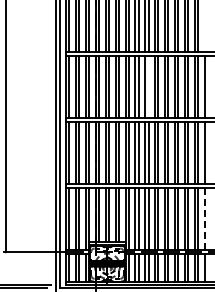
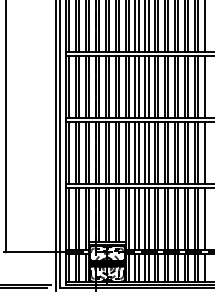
line at (204, 26): none -> present
line at (148, 86): none -> present
line at (204, 218): dashed -> solid
